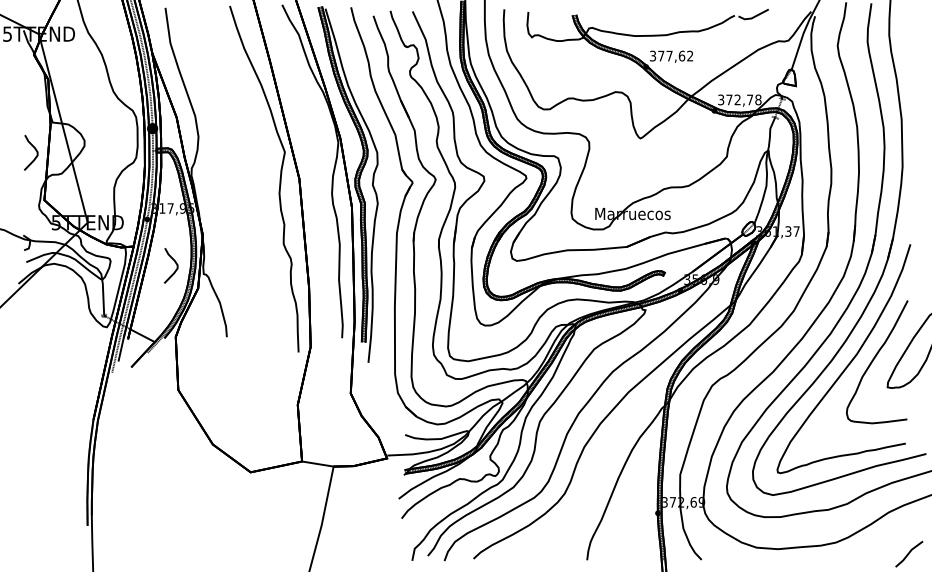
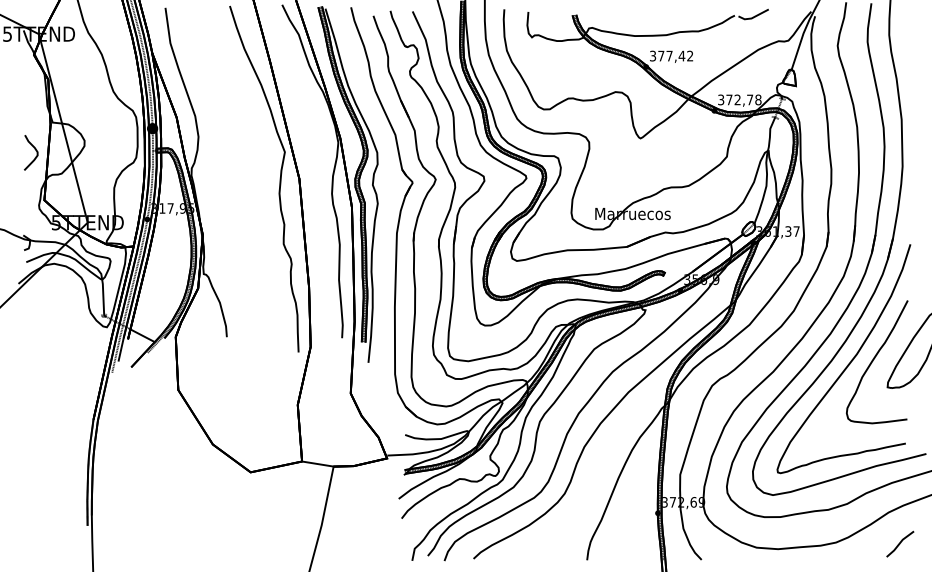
text at (681, 55): 377,62 -> 377,42
curve at (174, 262): present -> none
line at (909, 553) position: (909, 553) -> (900, 543)
